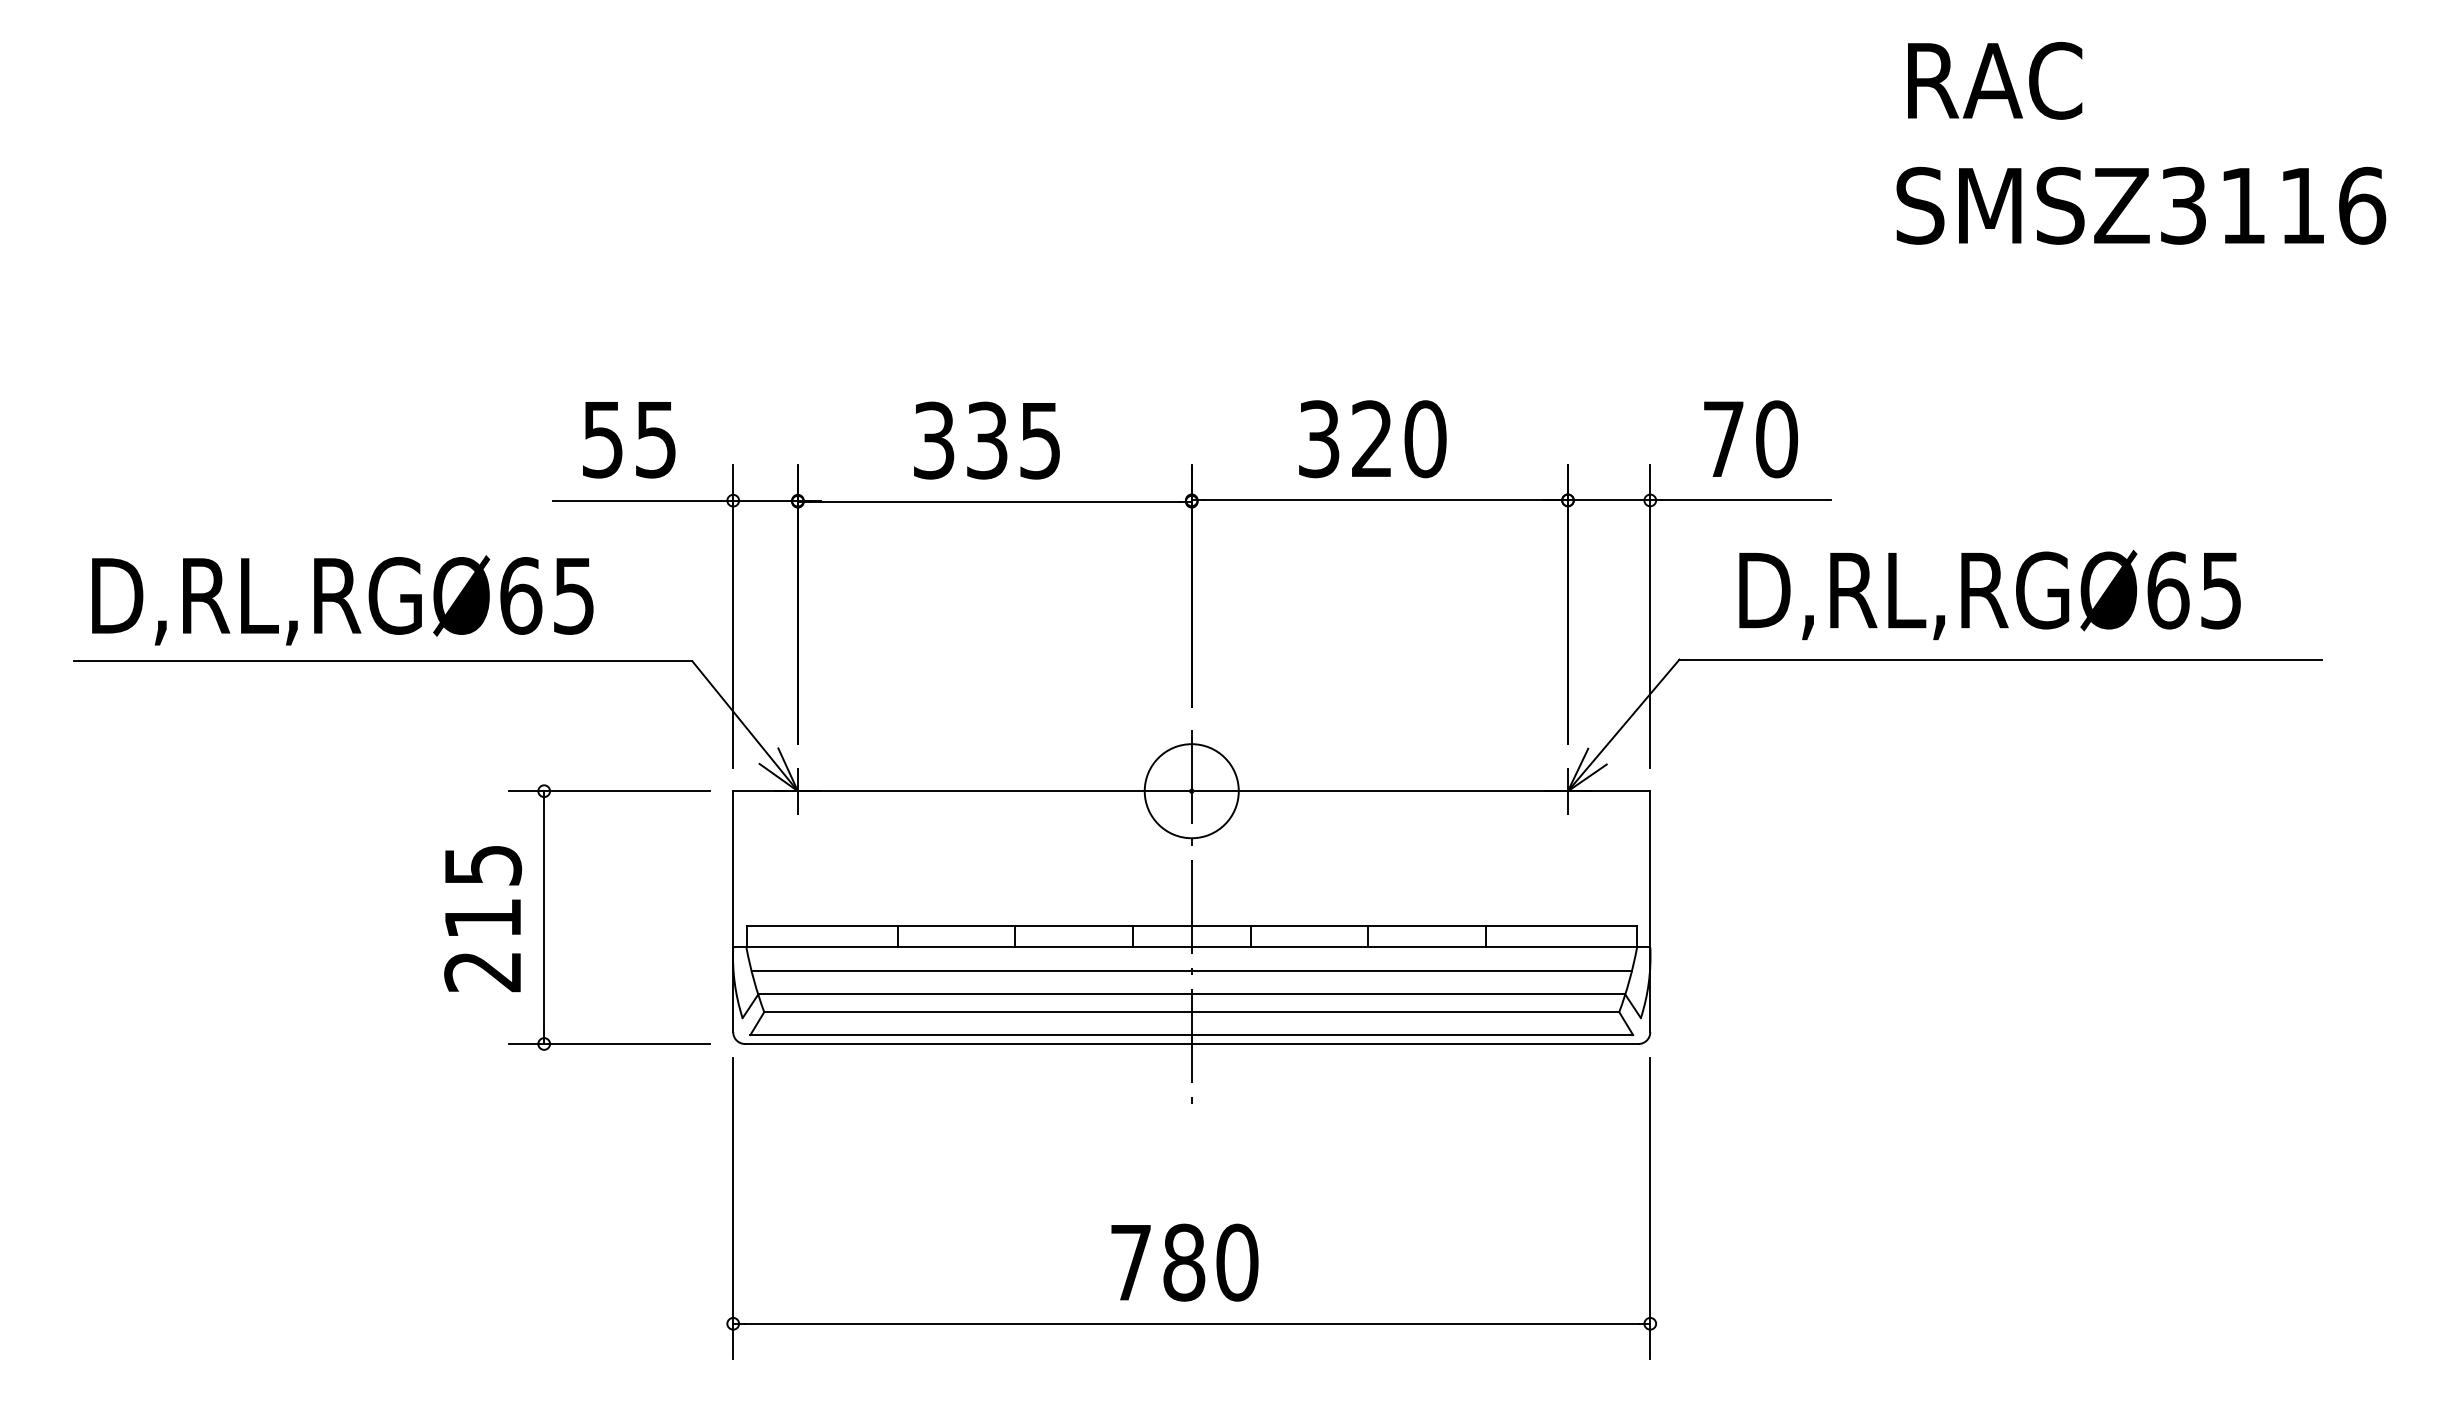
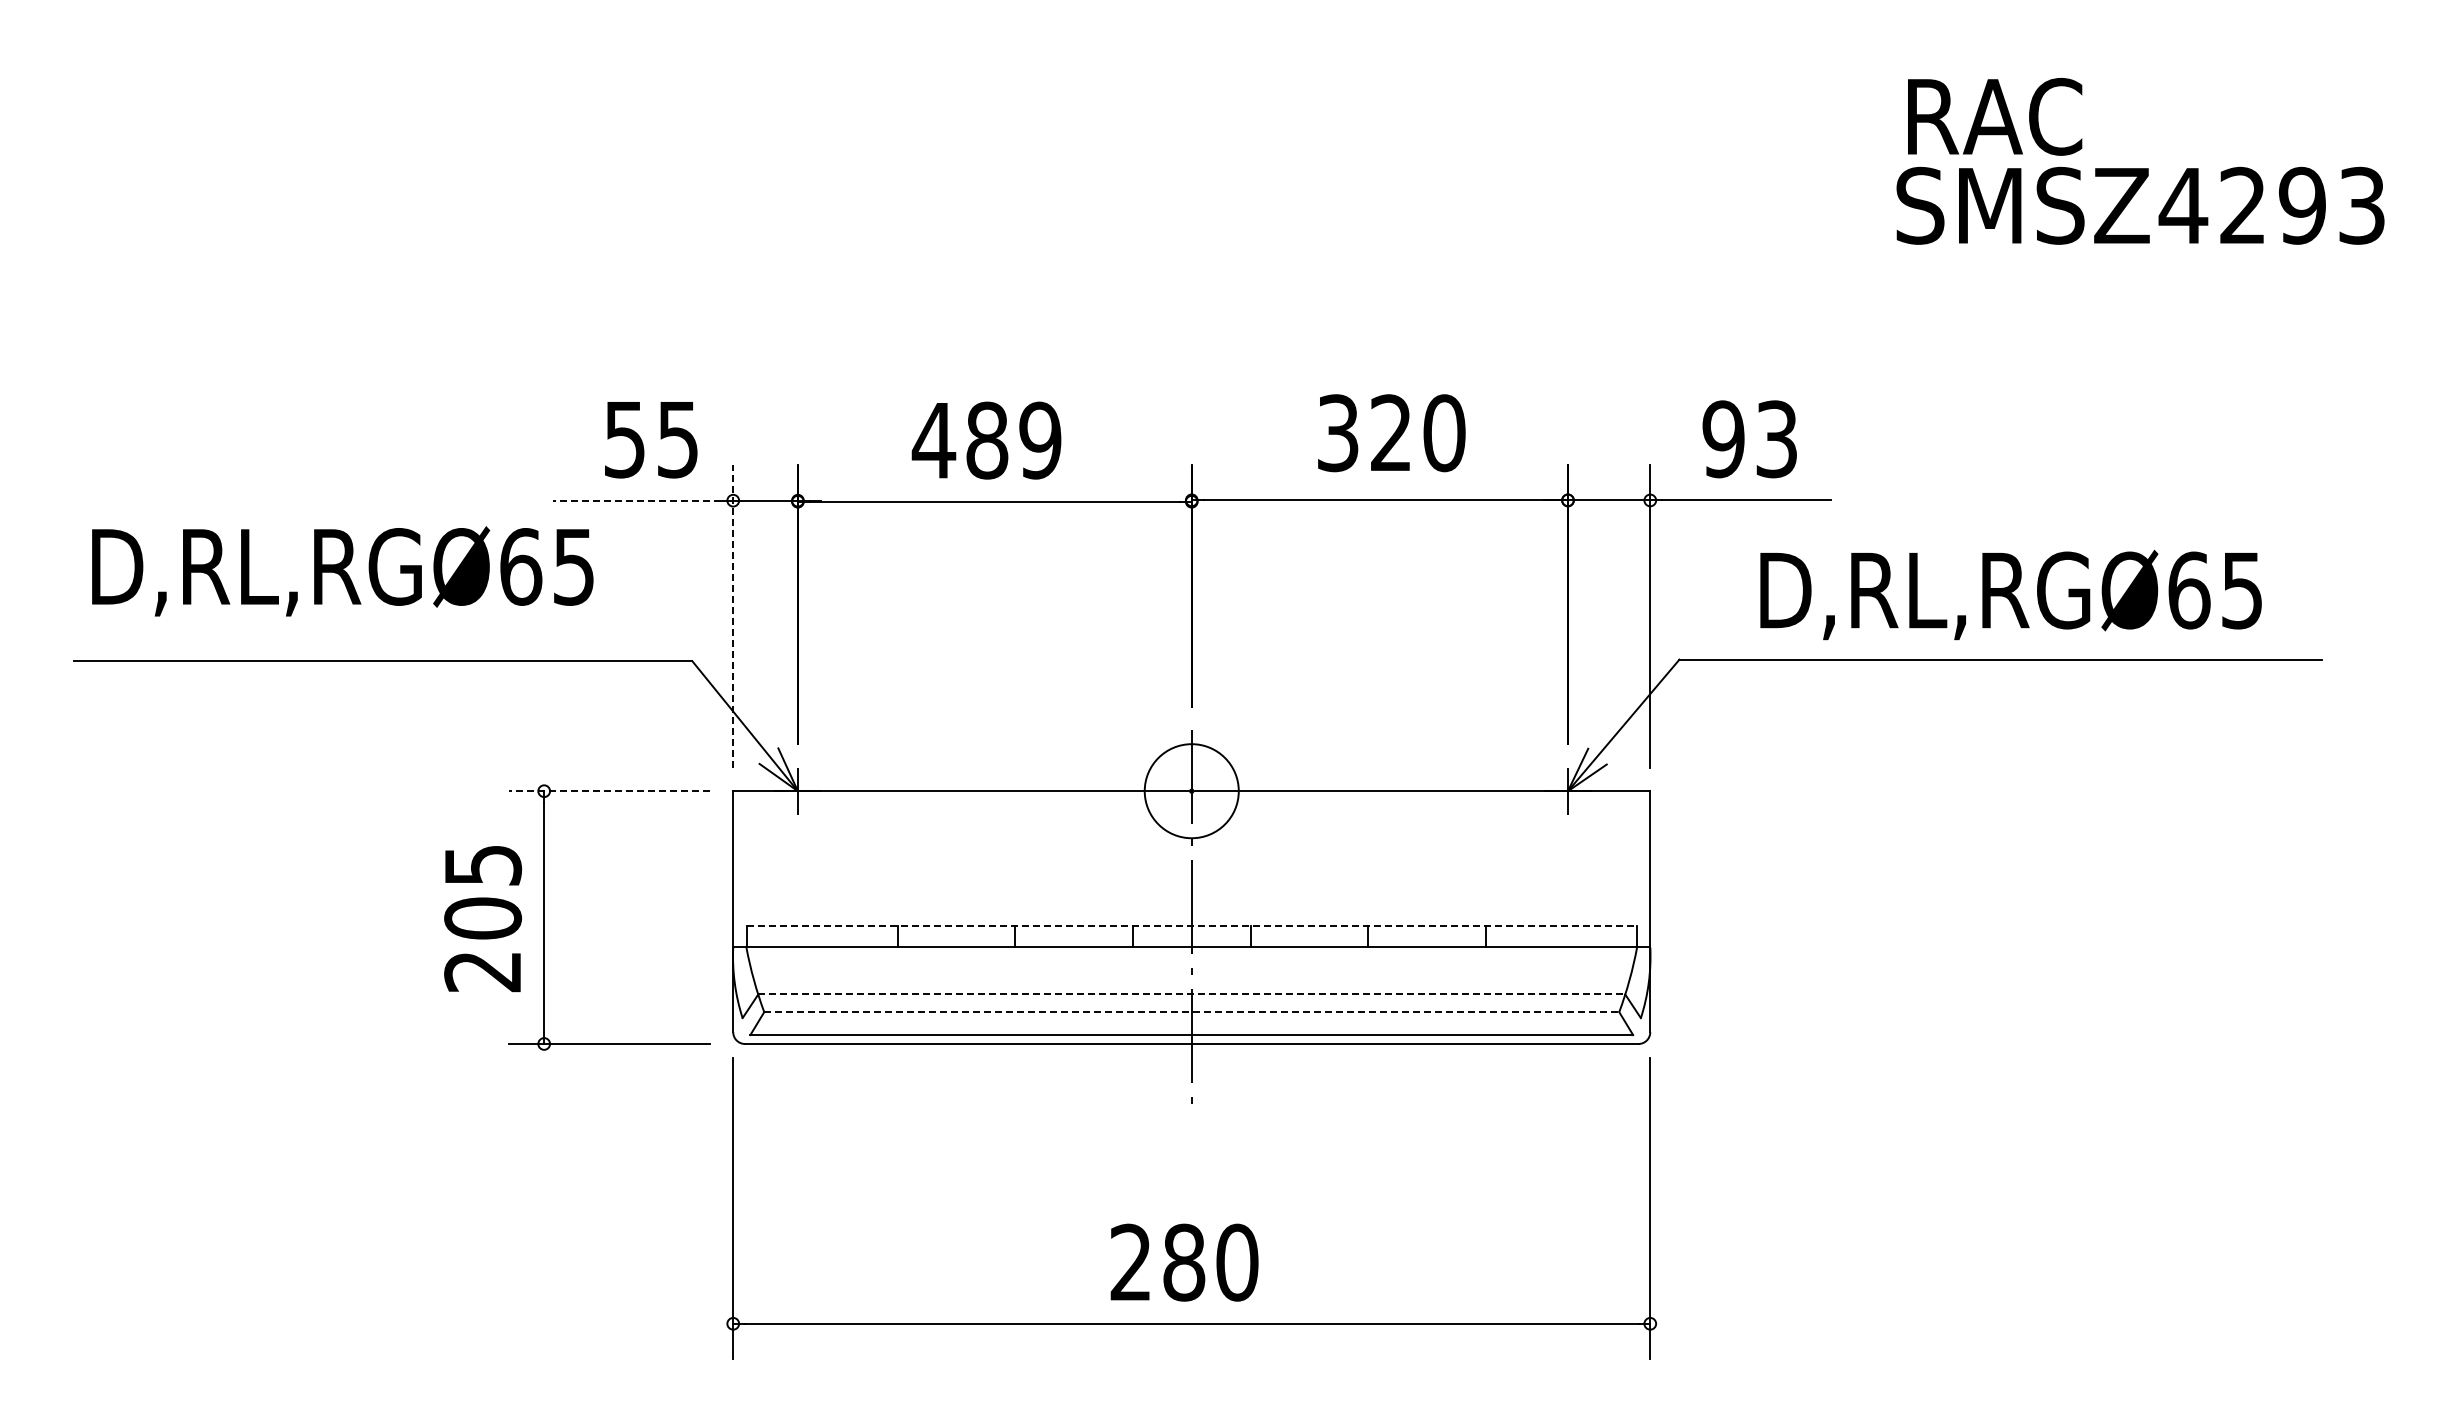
text at (1995, 80) position: (1995, 80) -> (1995, 116)
text at (2272, 205): SMSZ3116 -> SMSZ4293
text at (1372, 439) position: (1372, 439) -> (1391, 433)
text at (1750, 439): 70 -> 93
text at (629, 440) position: (629, 440) -> (651, 440)
text at (986, 440): 335 -> 489
line at (636, 500): solid -> dashed
text at (1989, 594) position: (1989, 594) -> (2010, 594)
text at (342, 600) position: (342, 600) -> (342, 571)
line at (733, 616): solid -> dashed
line at (608, 791): solid -> dashed
text at (483, 918): 215 -> 205
line at (1192, 925): solid -> dashed
line at (1191, 970): present -> none
line at (1192, 994): solid -> dashed
line at (1192, 1012): solid -> dashed
text at (1130, 1261): 780 -> 280
